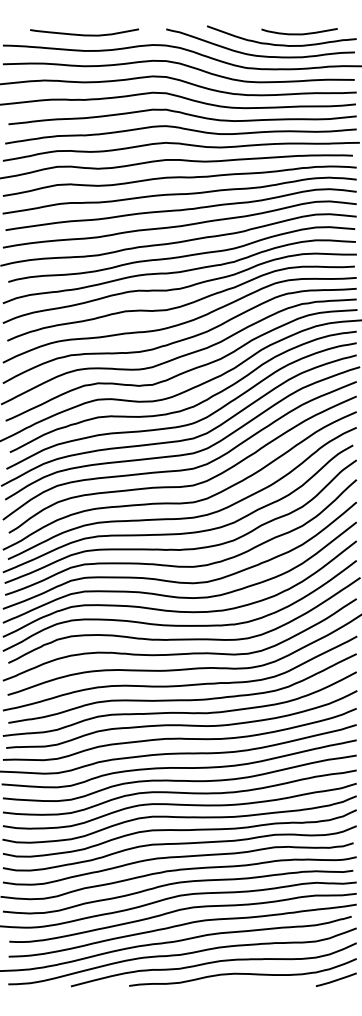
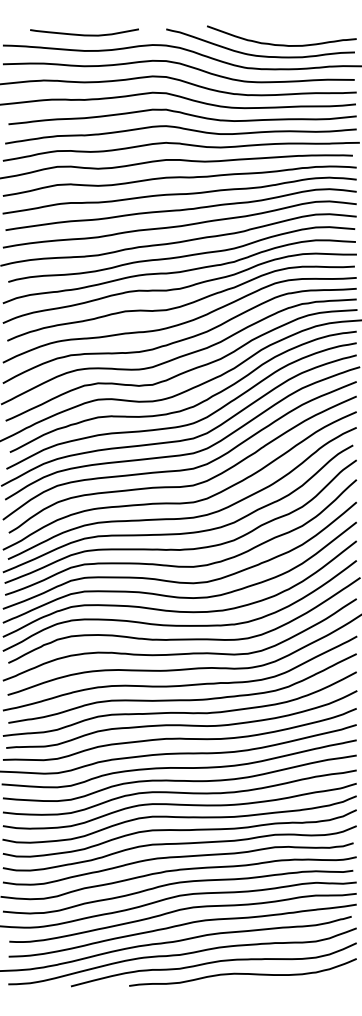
curve at (299, 33): present -> none
line at (335, 979): present -> none
